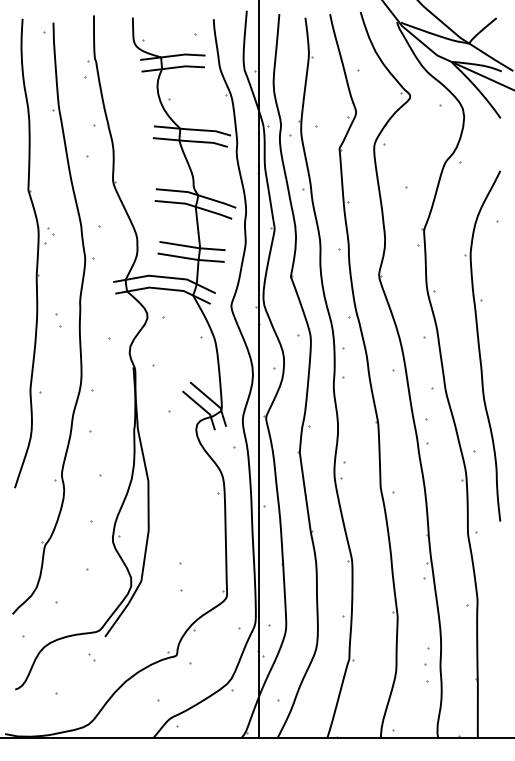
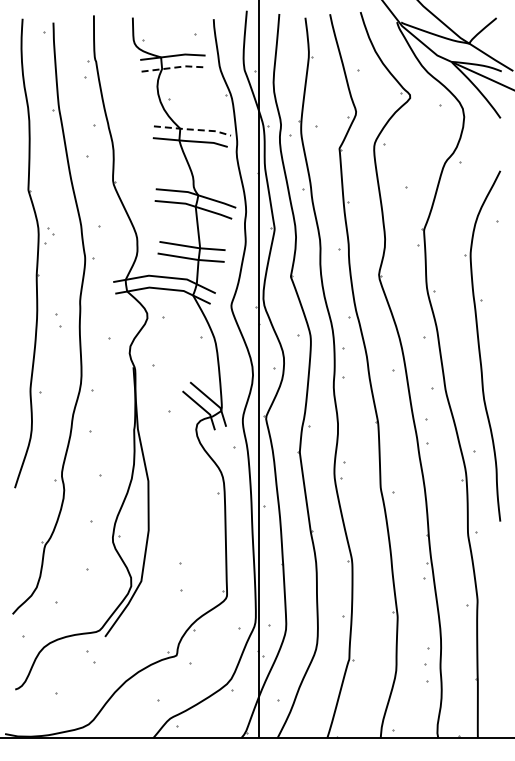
line at (173, 67): solid -> dashed
line at (193, 129): solid -> dashed
part at (91, 657) size: 8x9 px -> 10x14 px
